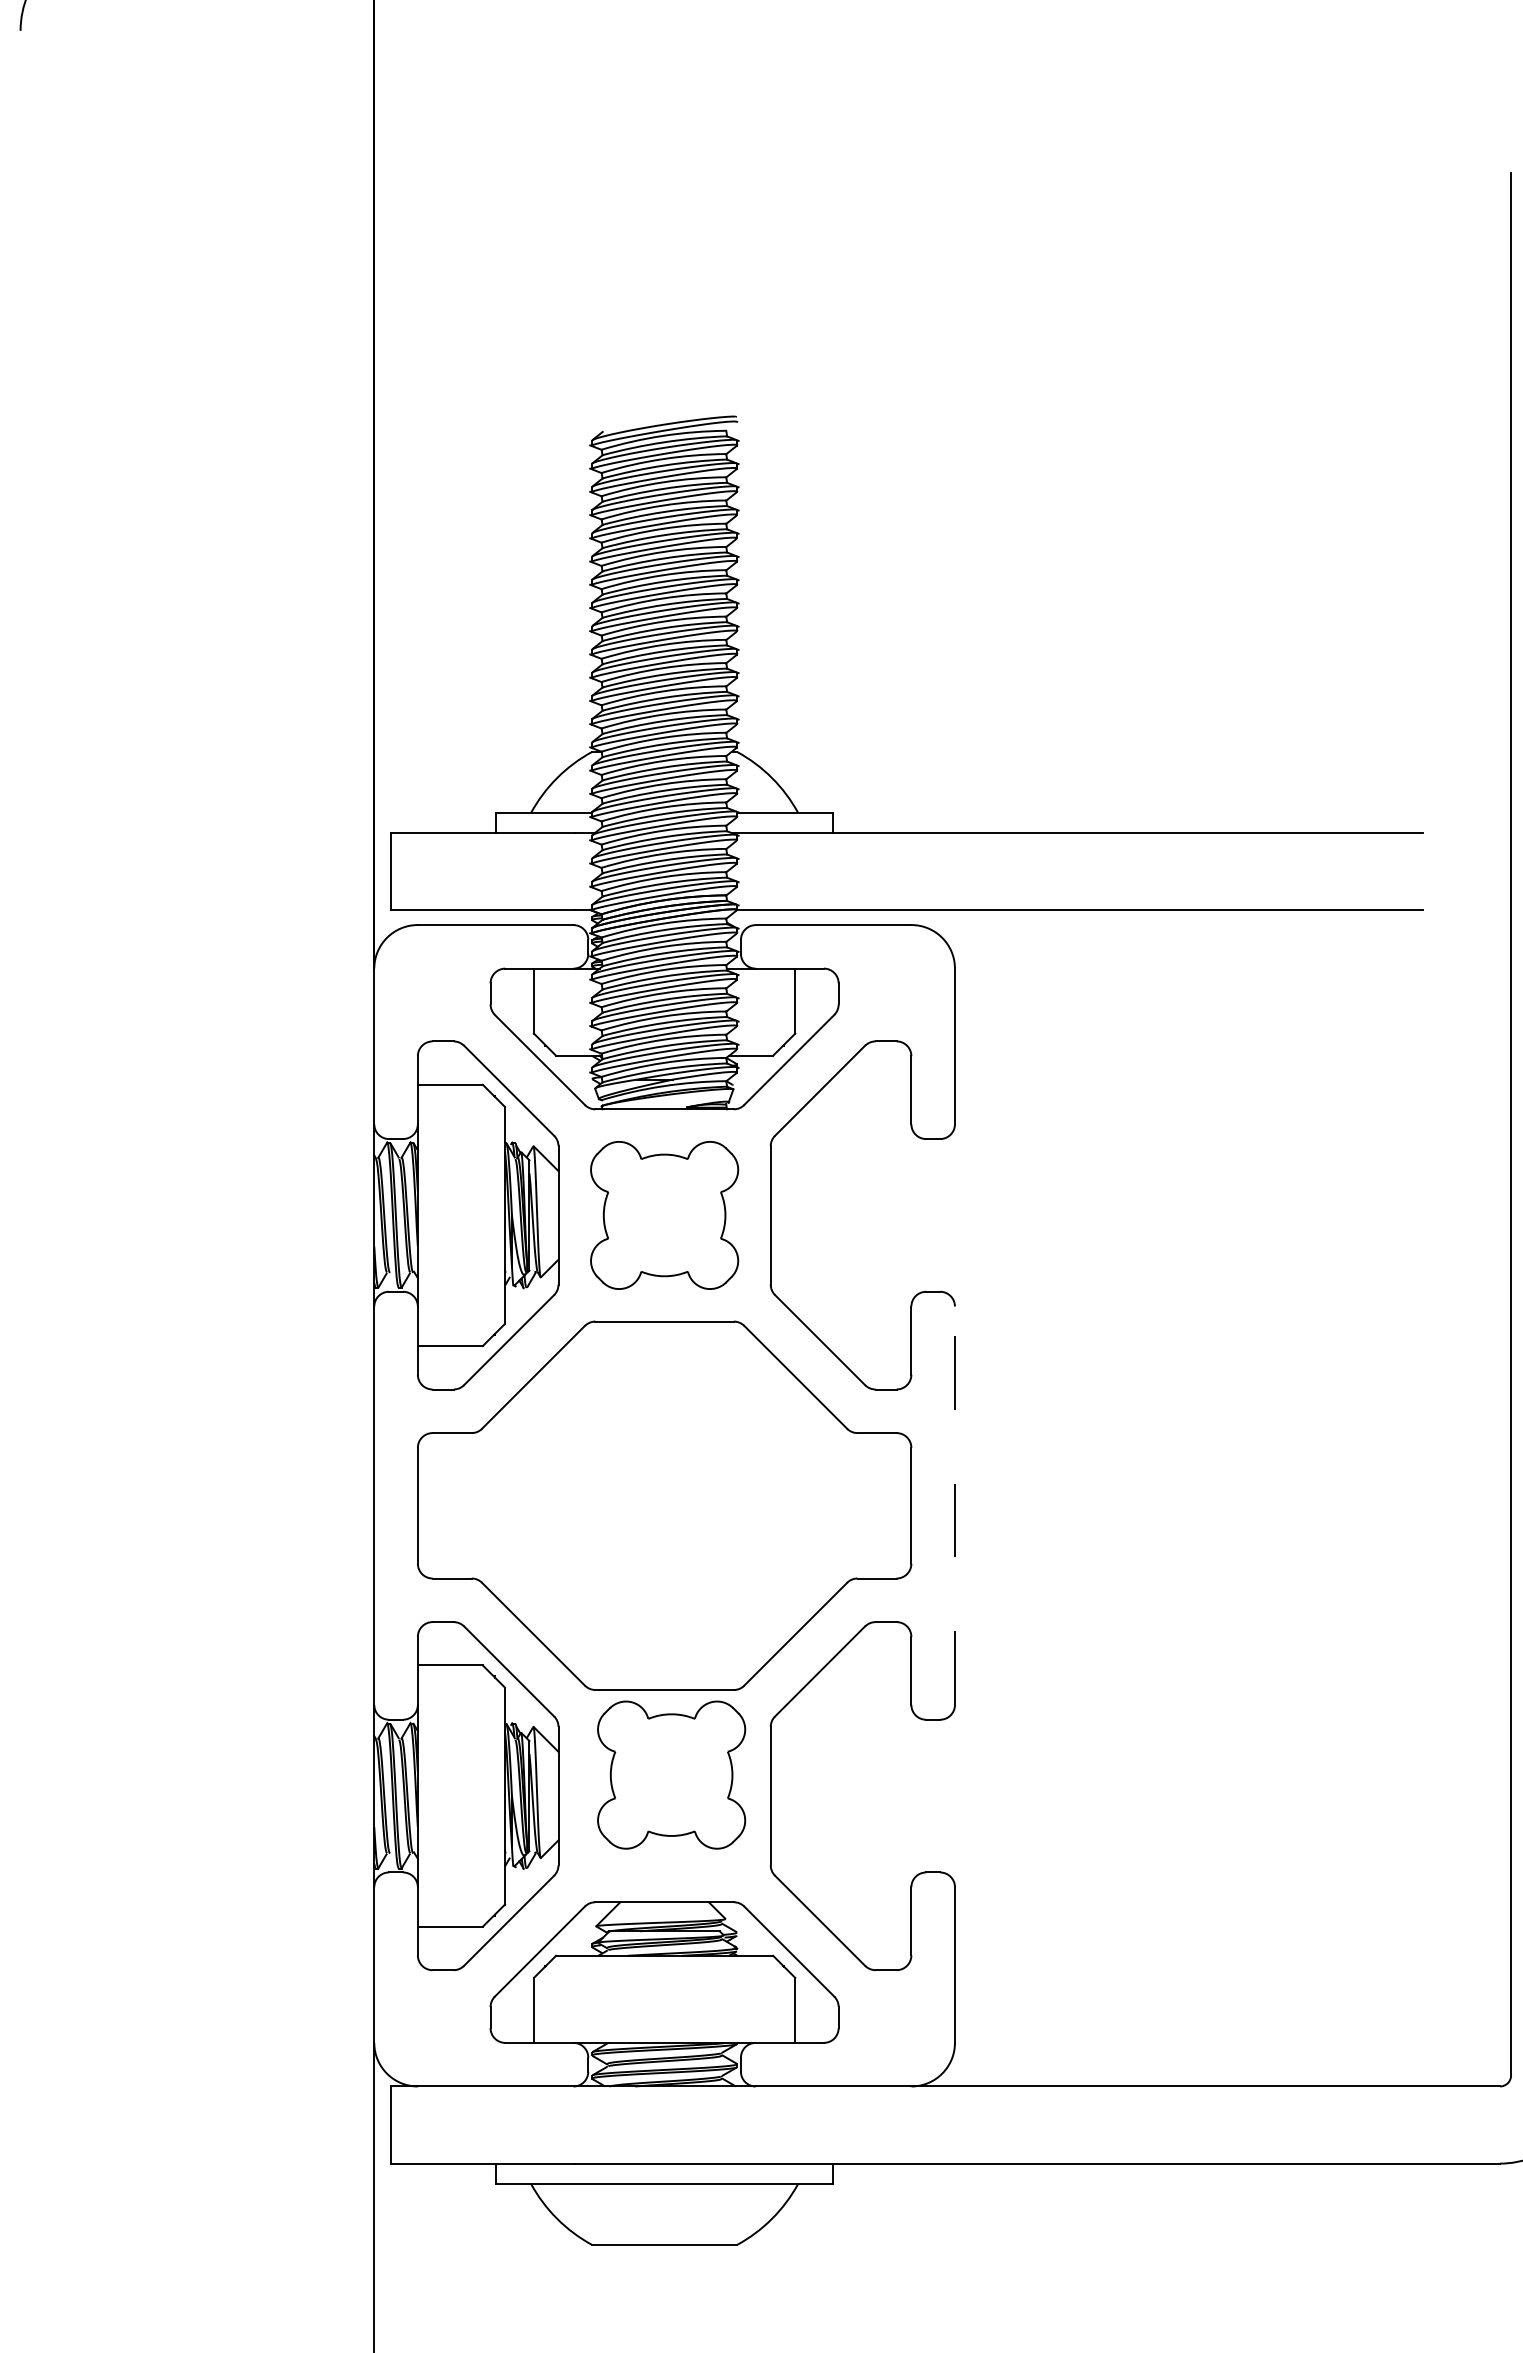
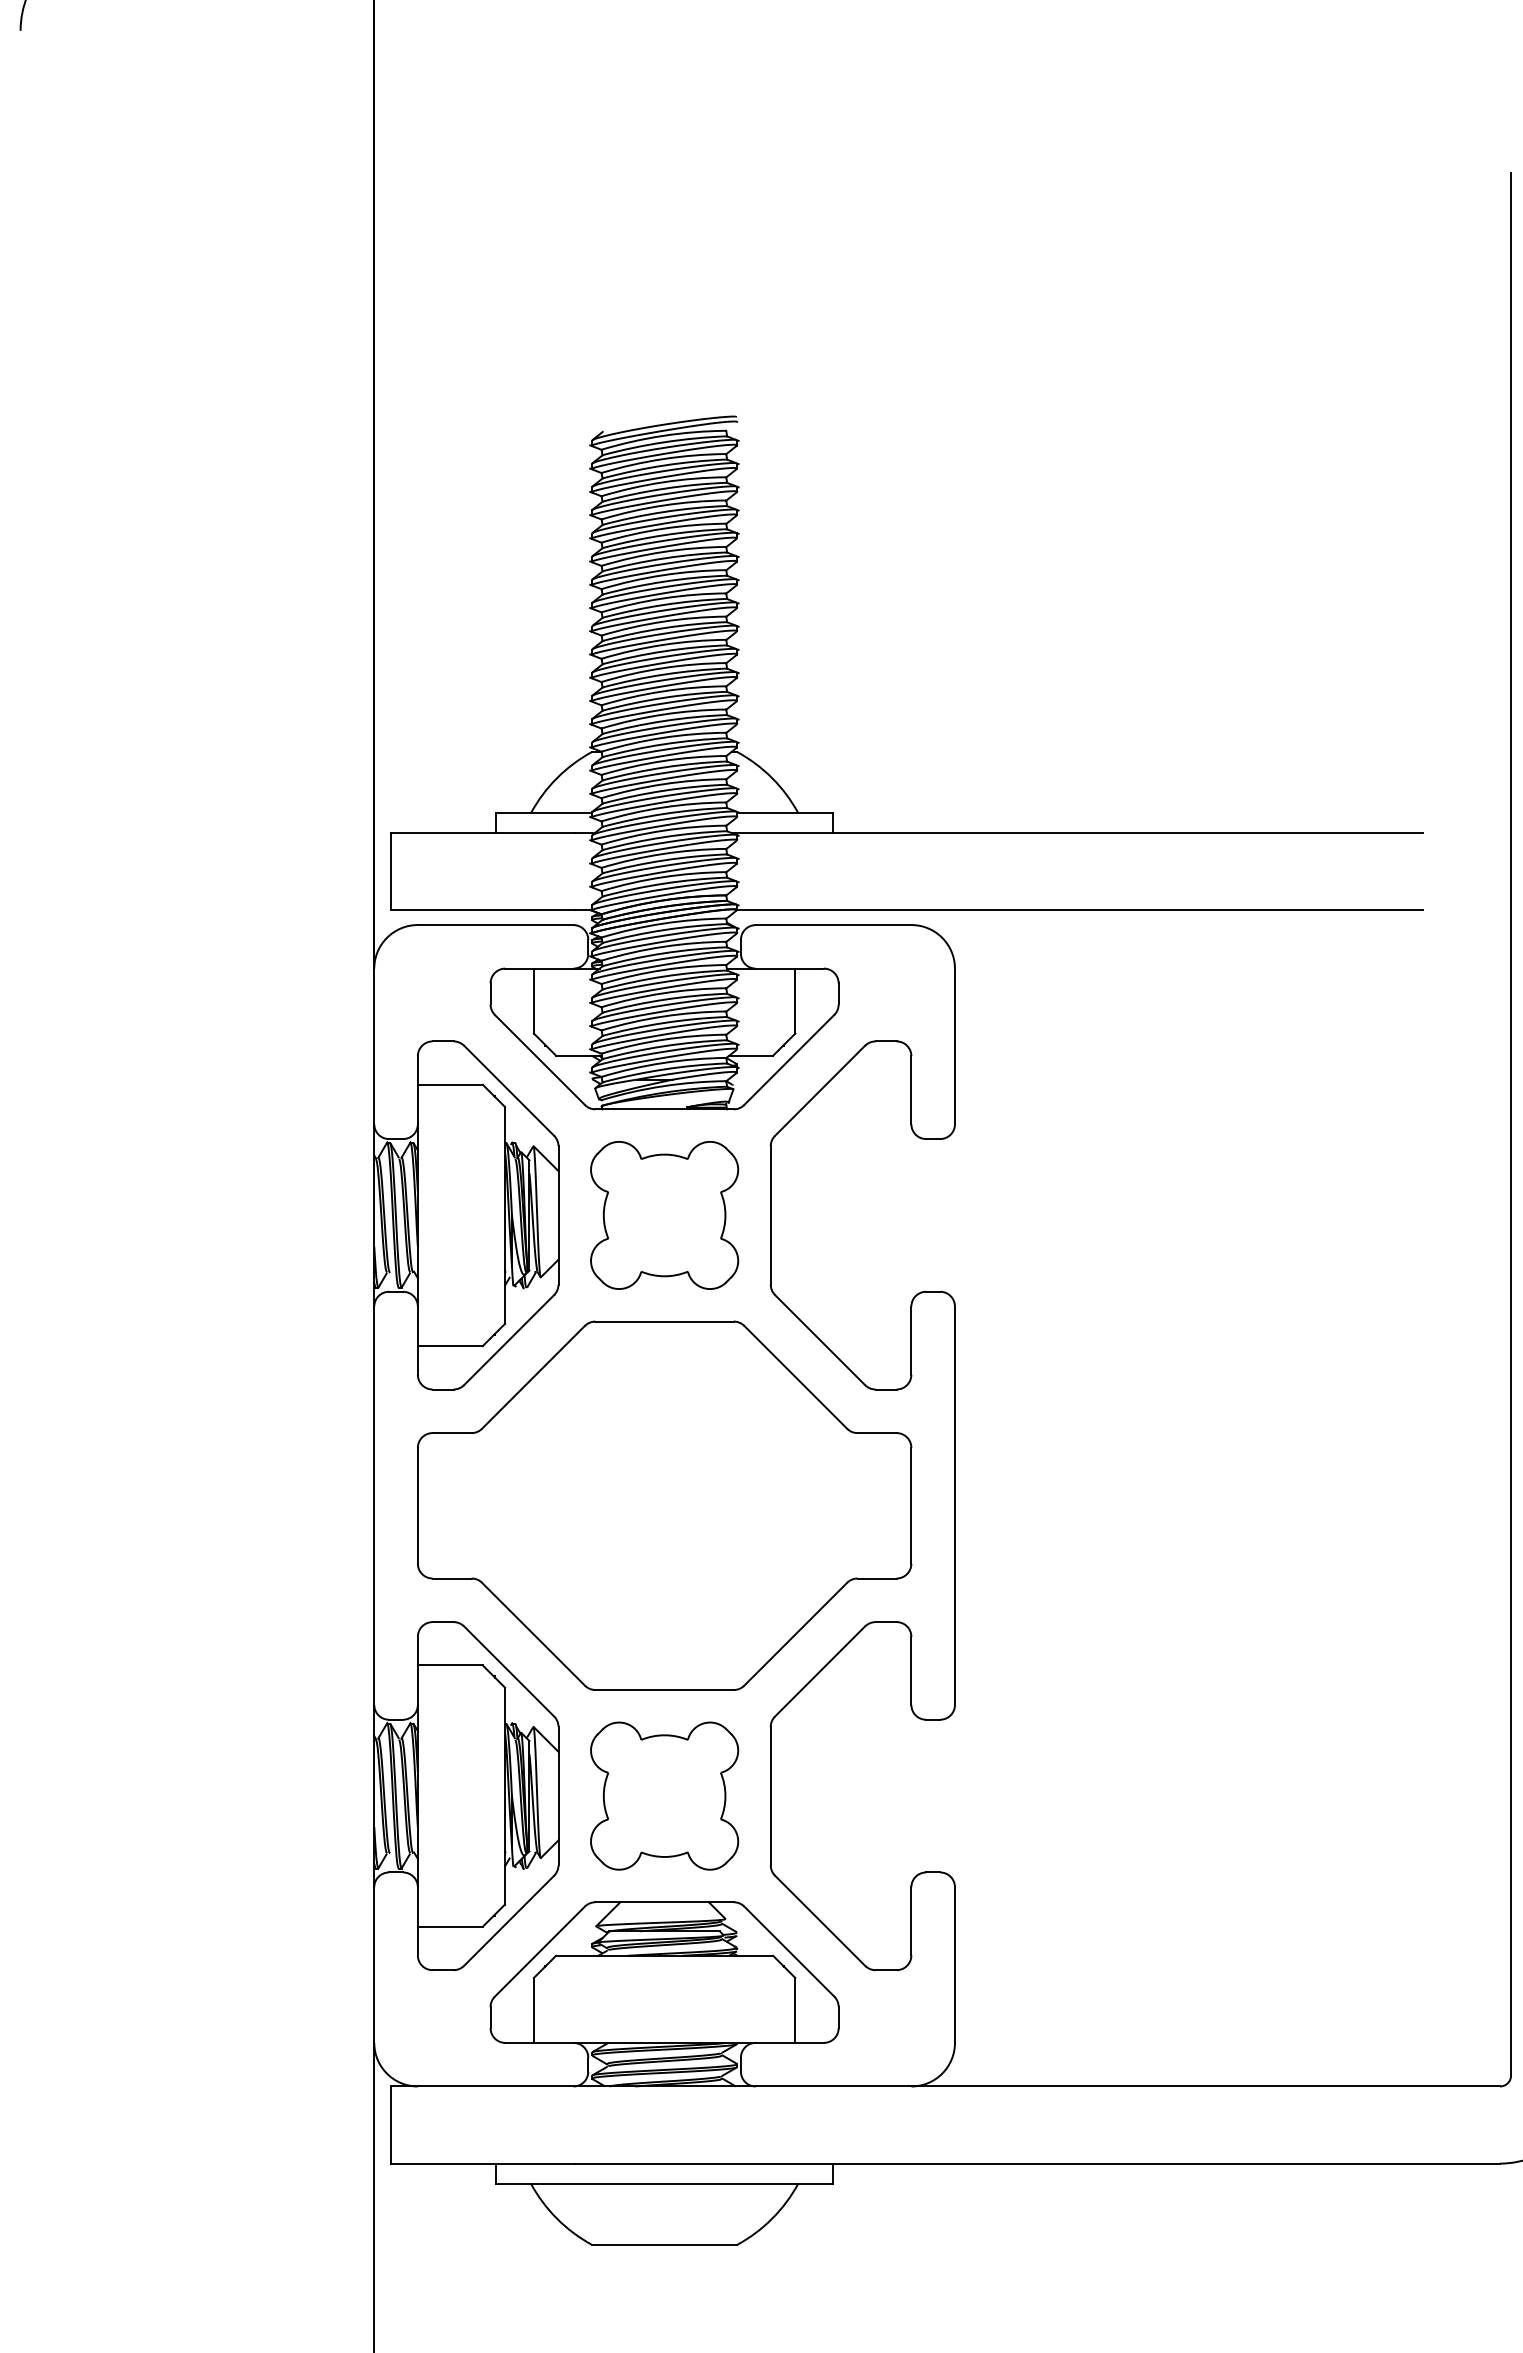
line at (954, 1505): dashed -> solid
part at (671, 1774) position: (671, 1774) -> (664, 1795)
